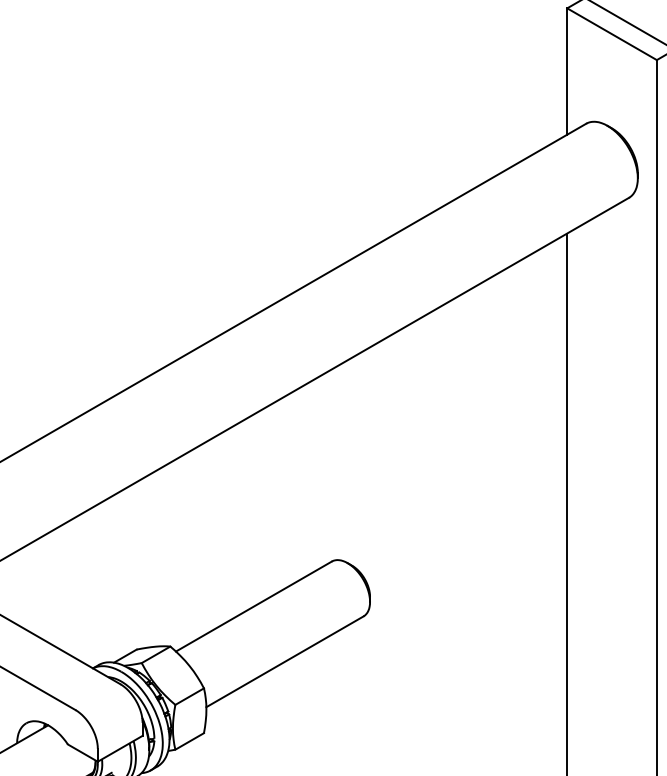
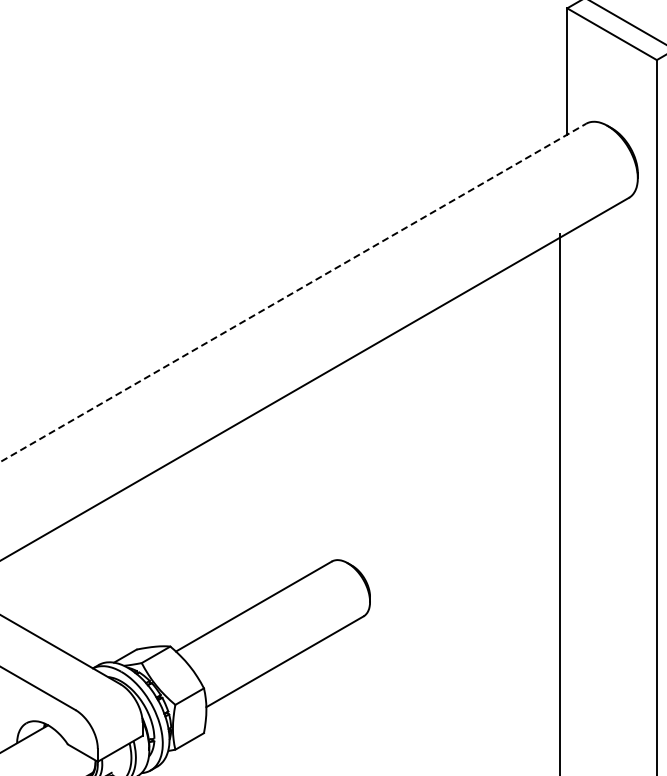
line at (293, 292): solid -> dashed
line at (567, 502) position: (567, 502) -> (560, 502)
